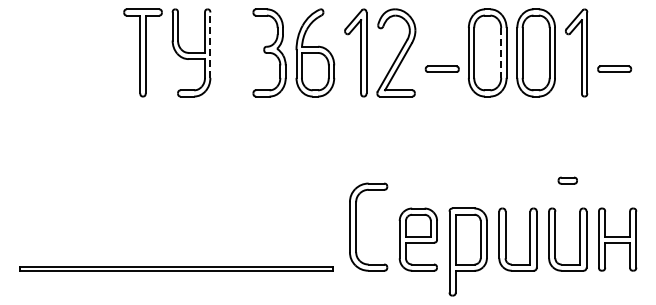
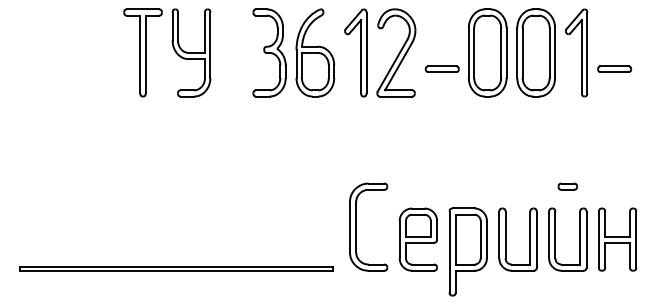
line at (210, 45): dashed -> solid
line at (501, 52): dashed -> solid
part at (567, 180) position: (567, 180) -> (567, 186)
